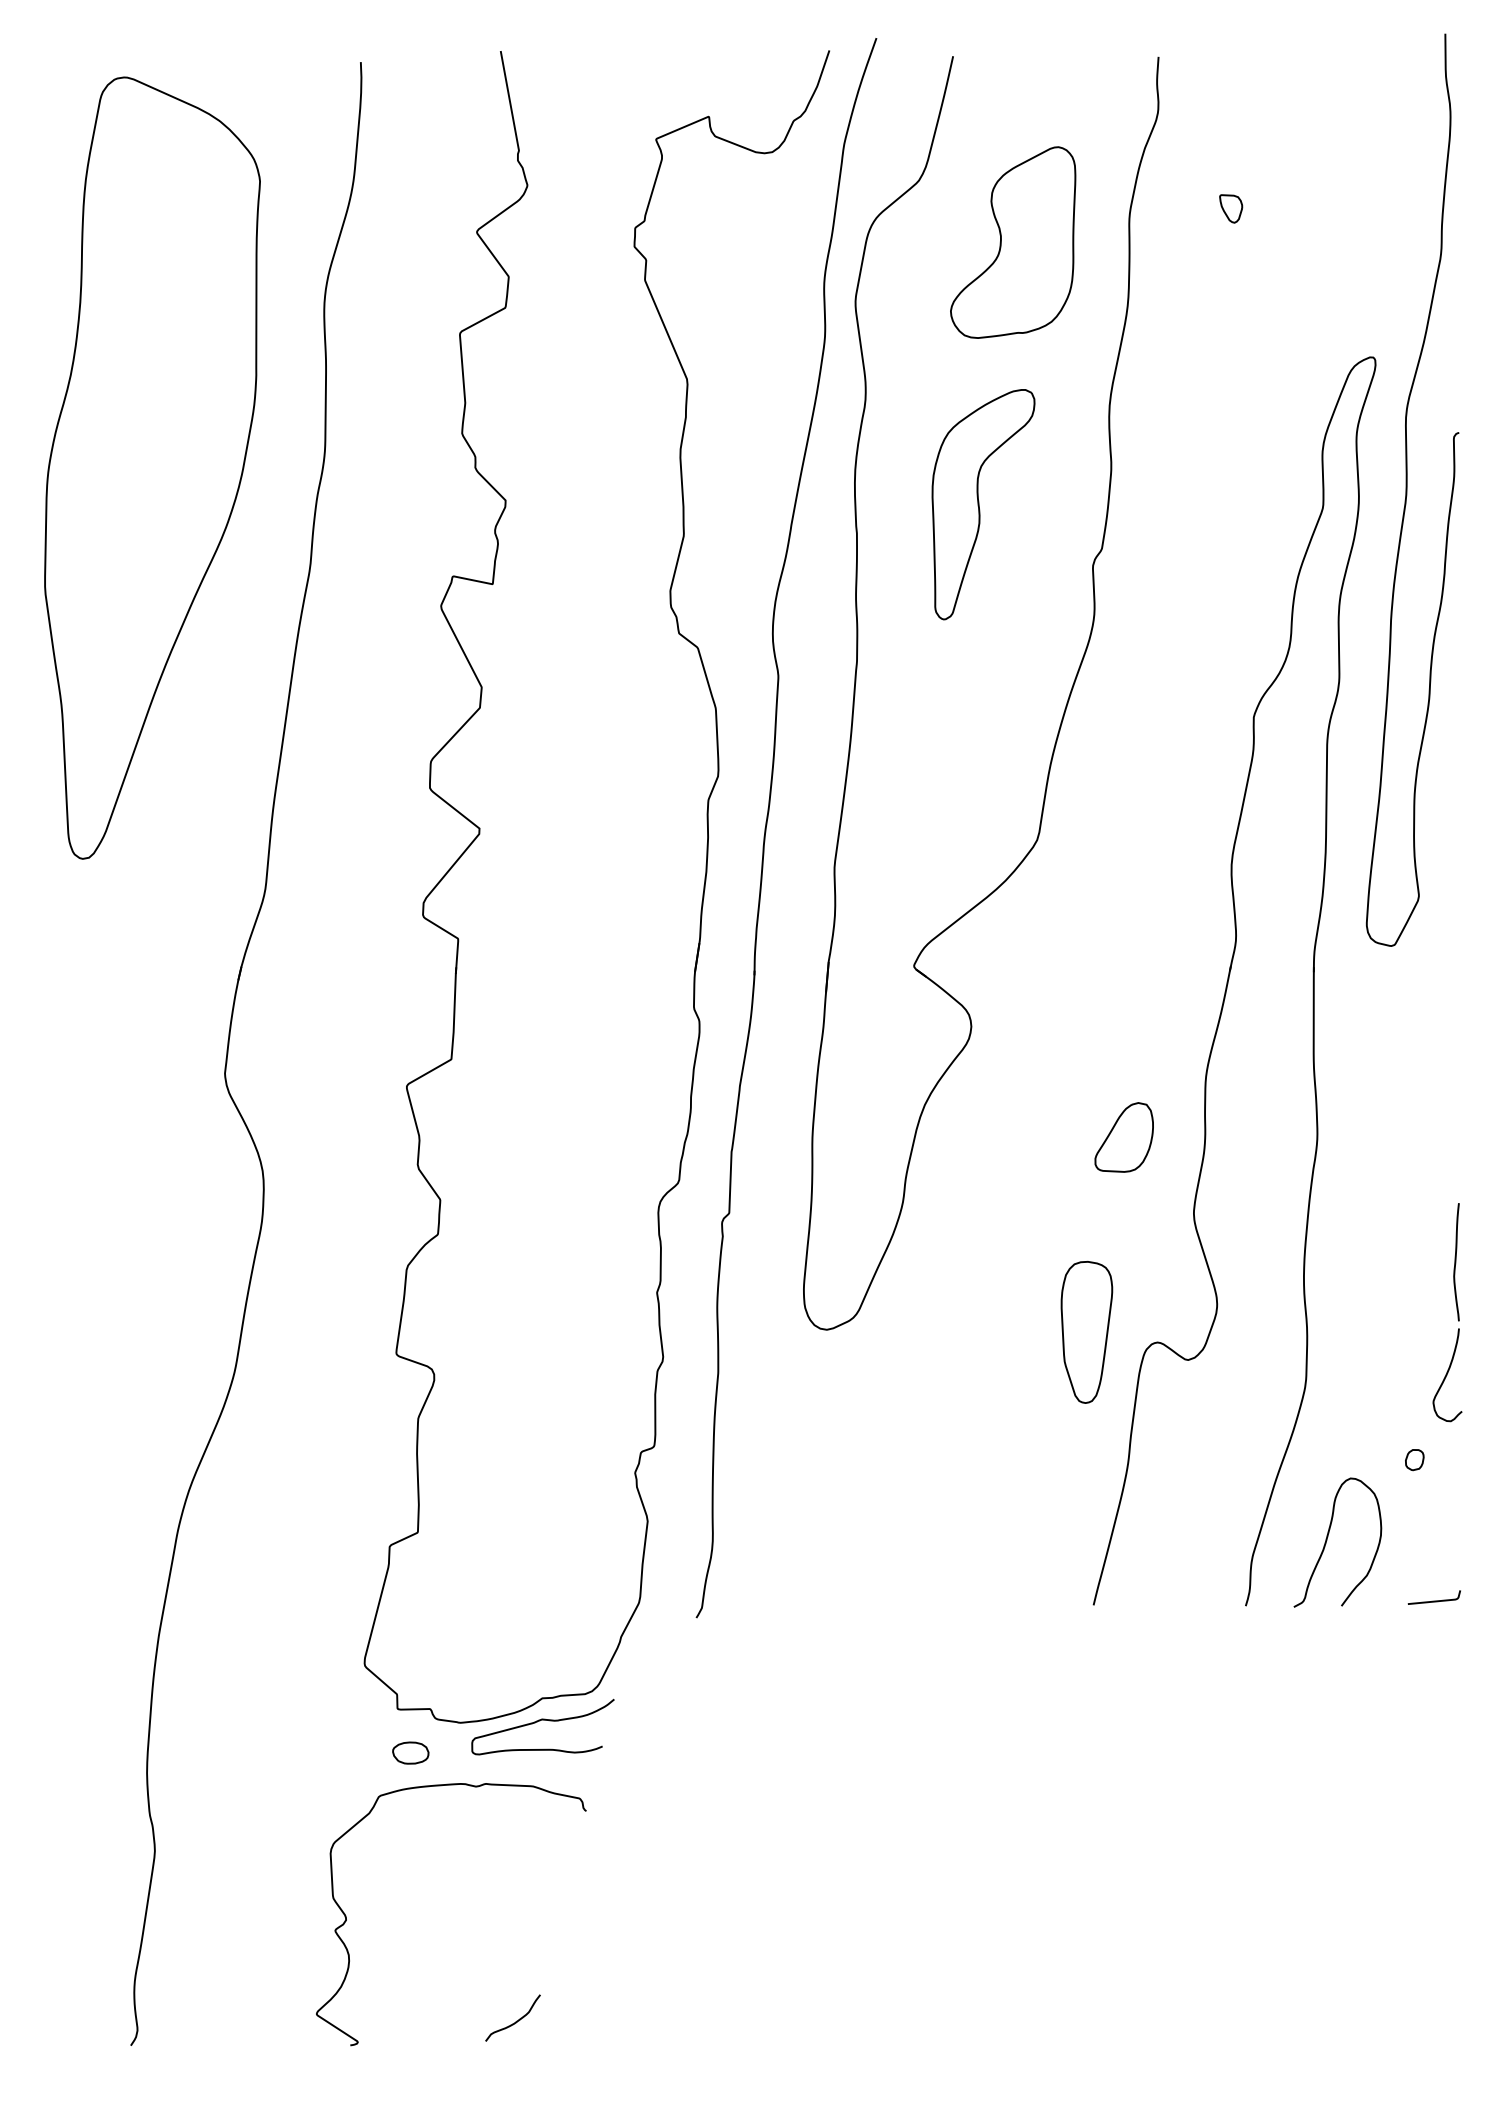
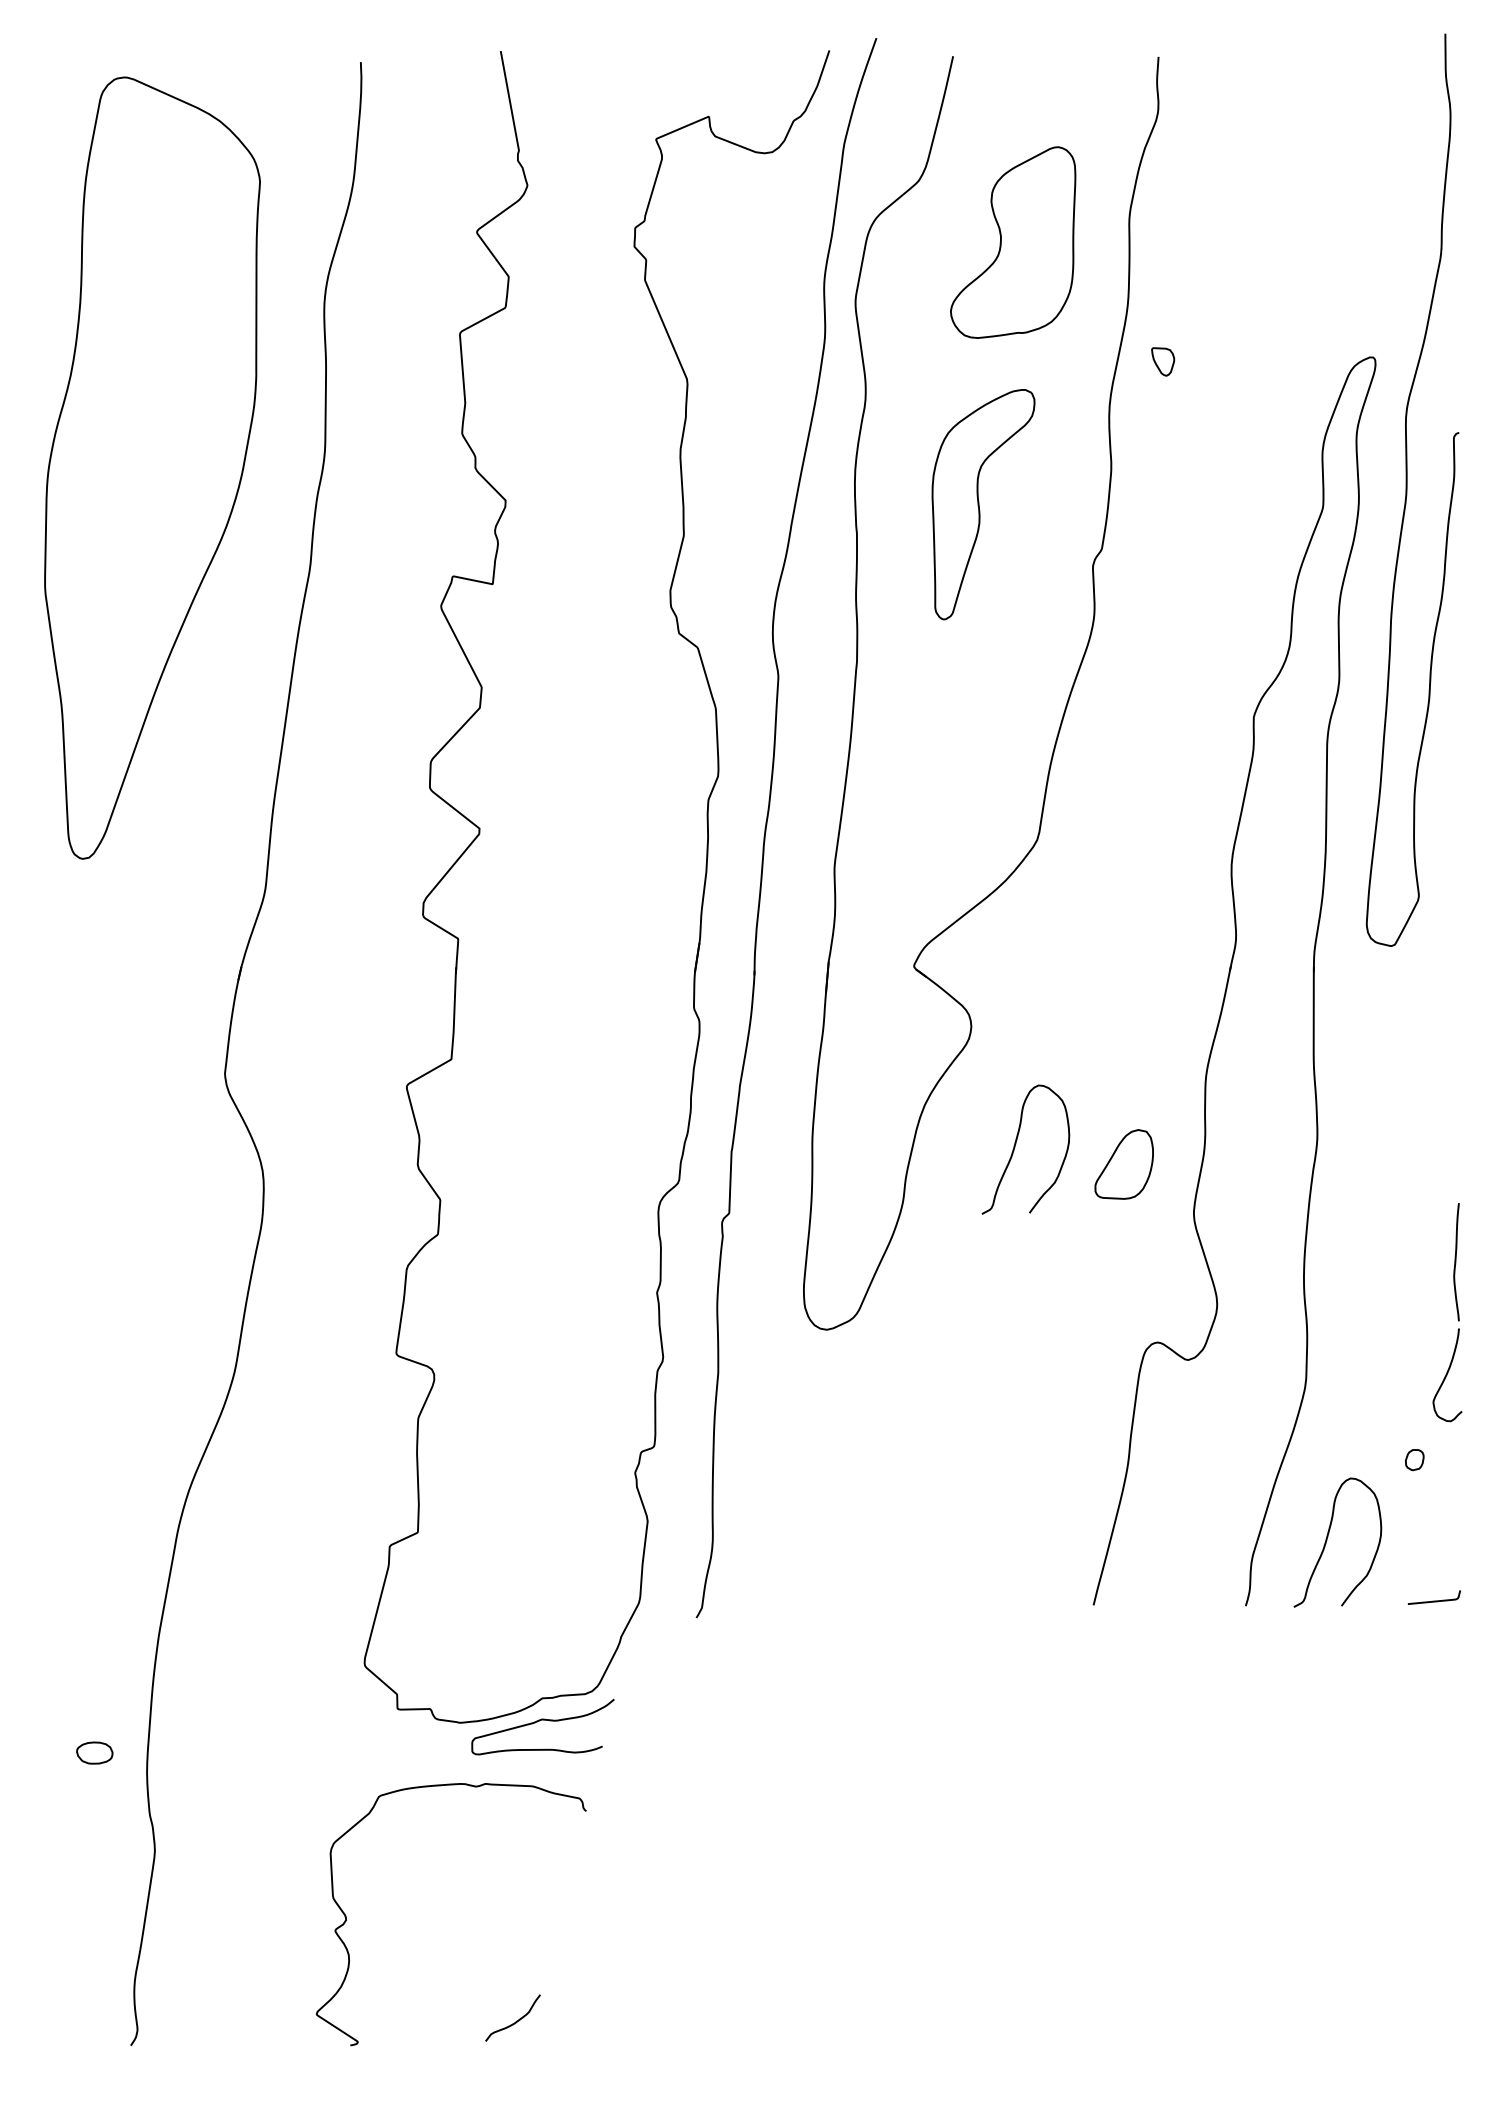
part at (1231, 208) position: (1231, 208) -> (1163, 361)
part at (1123, 1137) position: (1123, 1137) -> (1123, 1164)
curve at (1015, 1147): none -> present
part at (1086, 1332): present -> none
part at (410, 1752) position: (410, 1752) -> (94, 1752)
